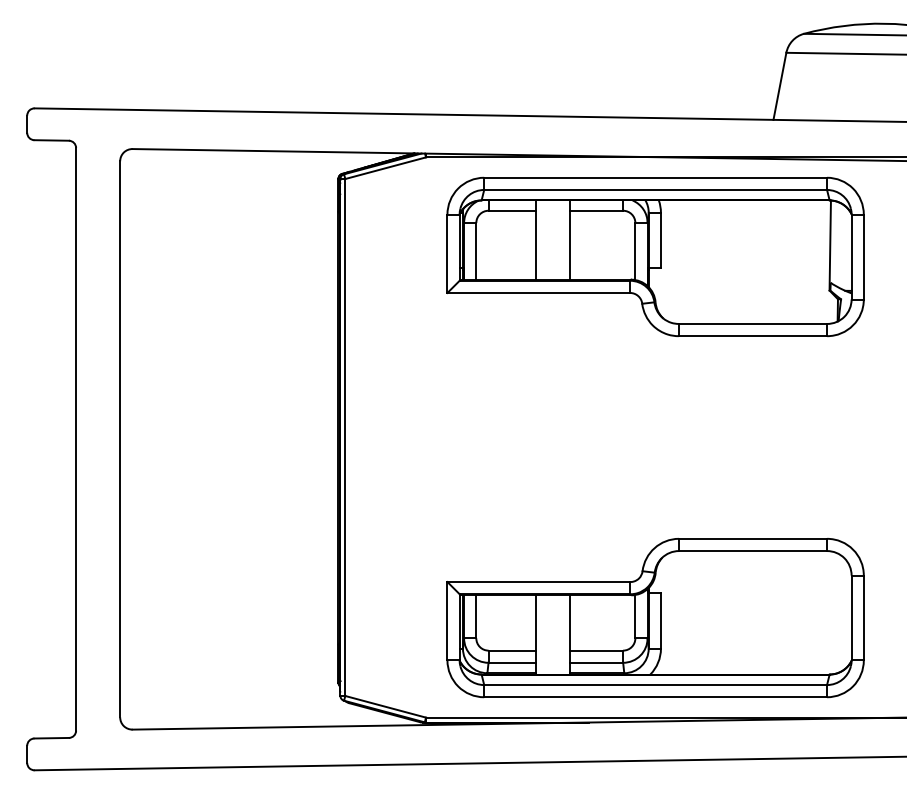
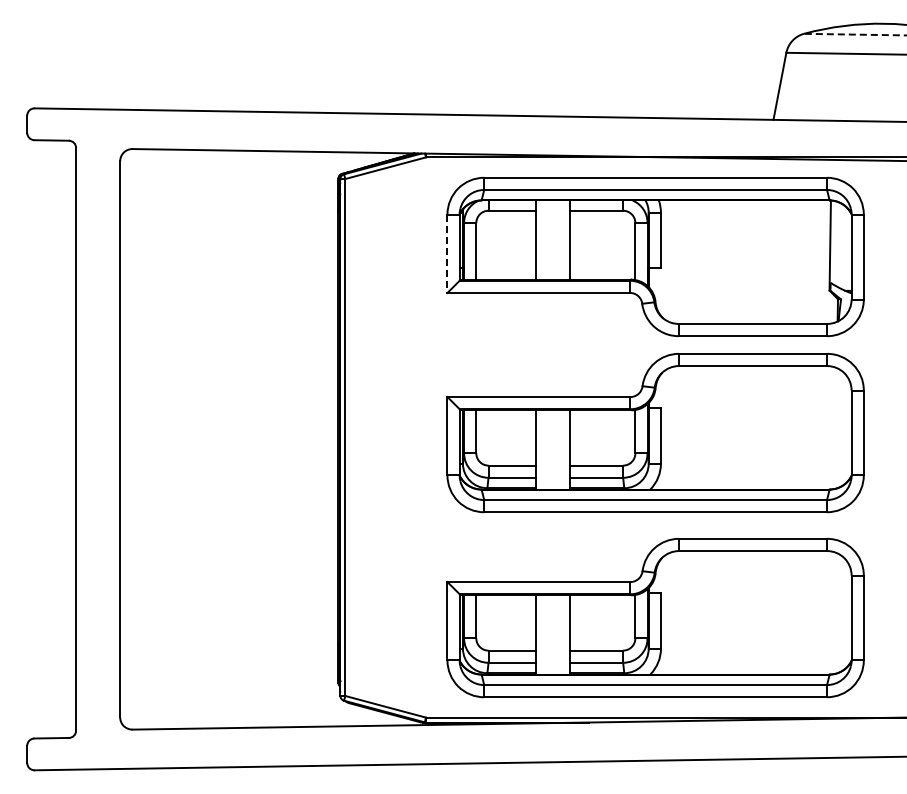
line at (854, 34): solid -> dashed
line at (447, 254): solid -> dashed
part at (655, 433): none -> present
